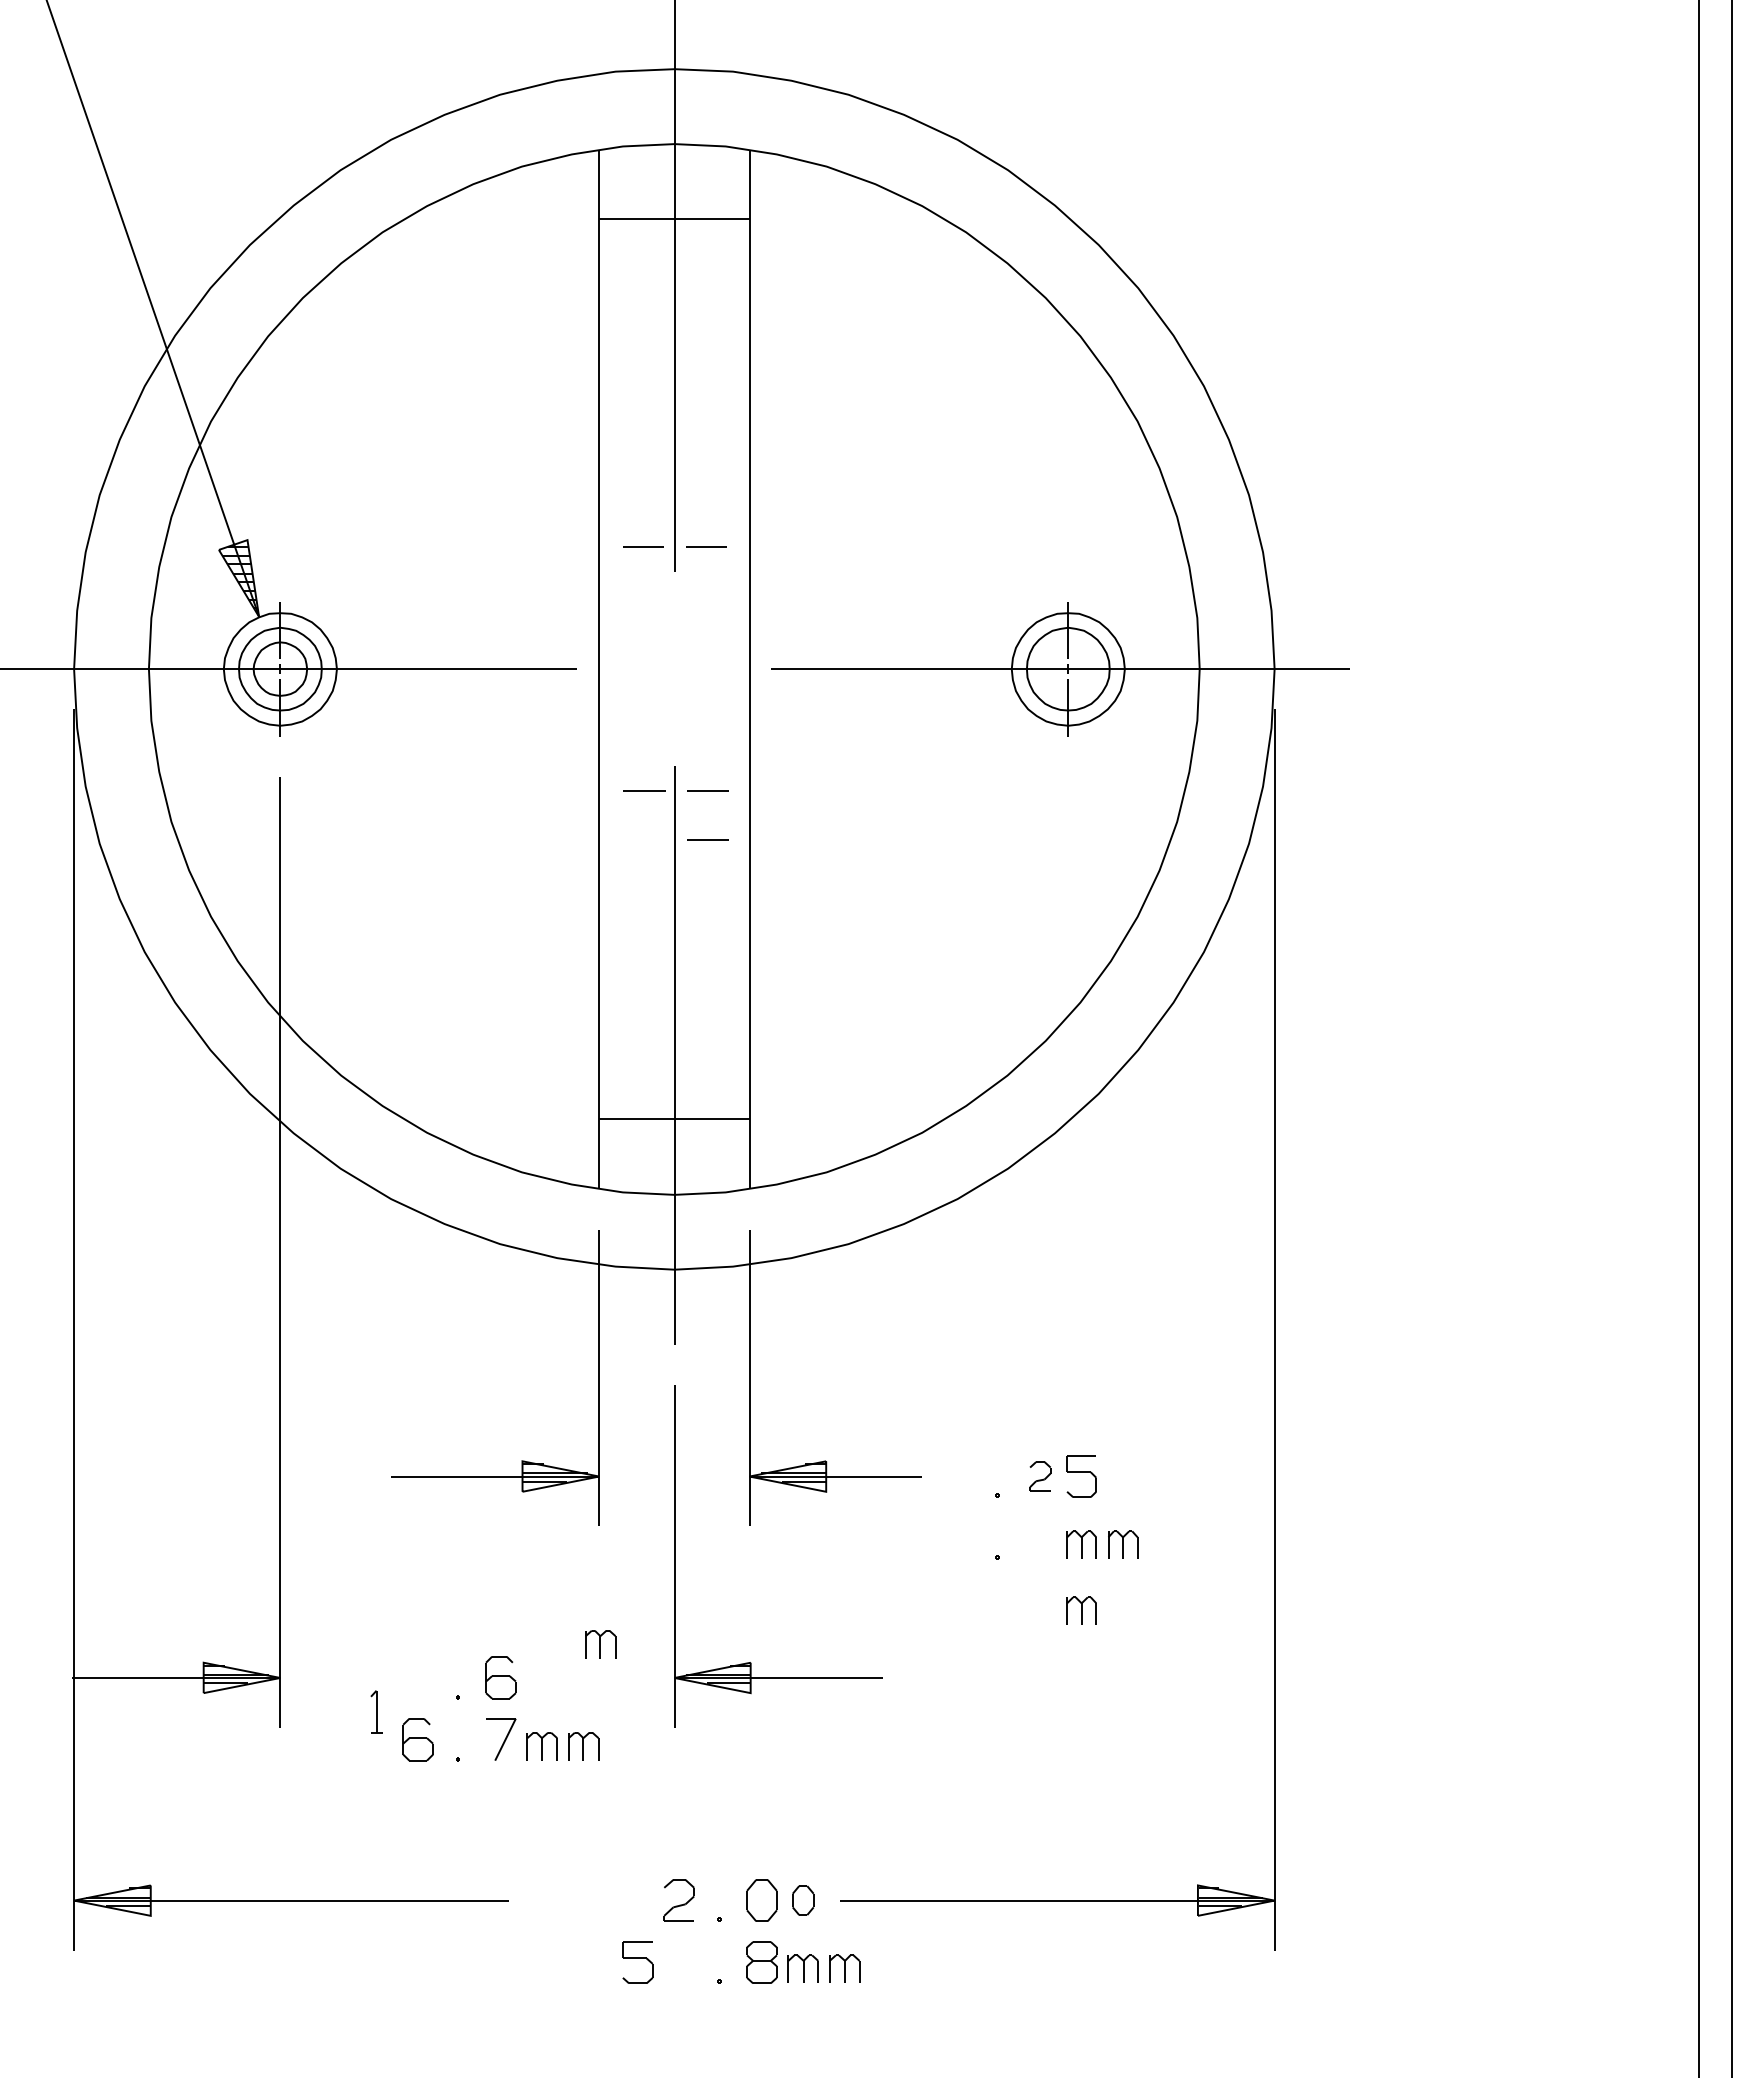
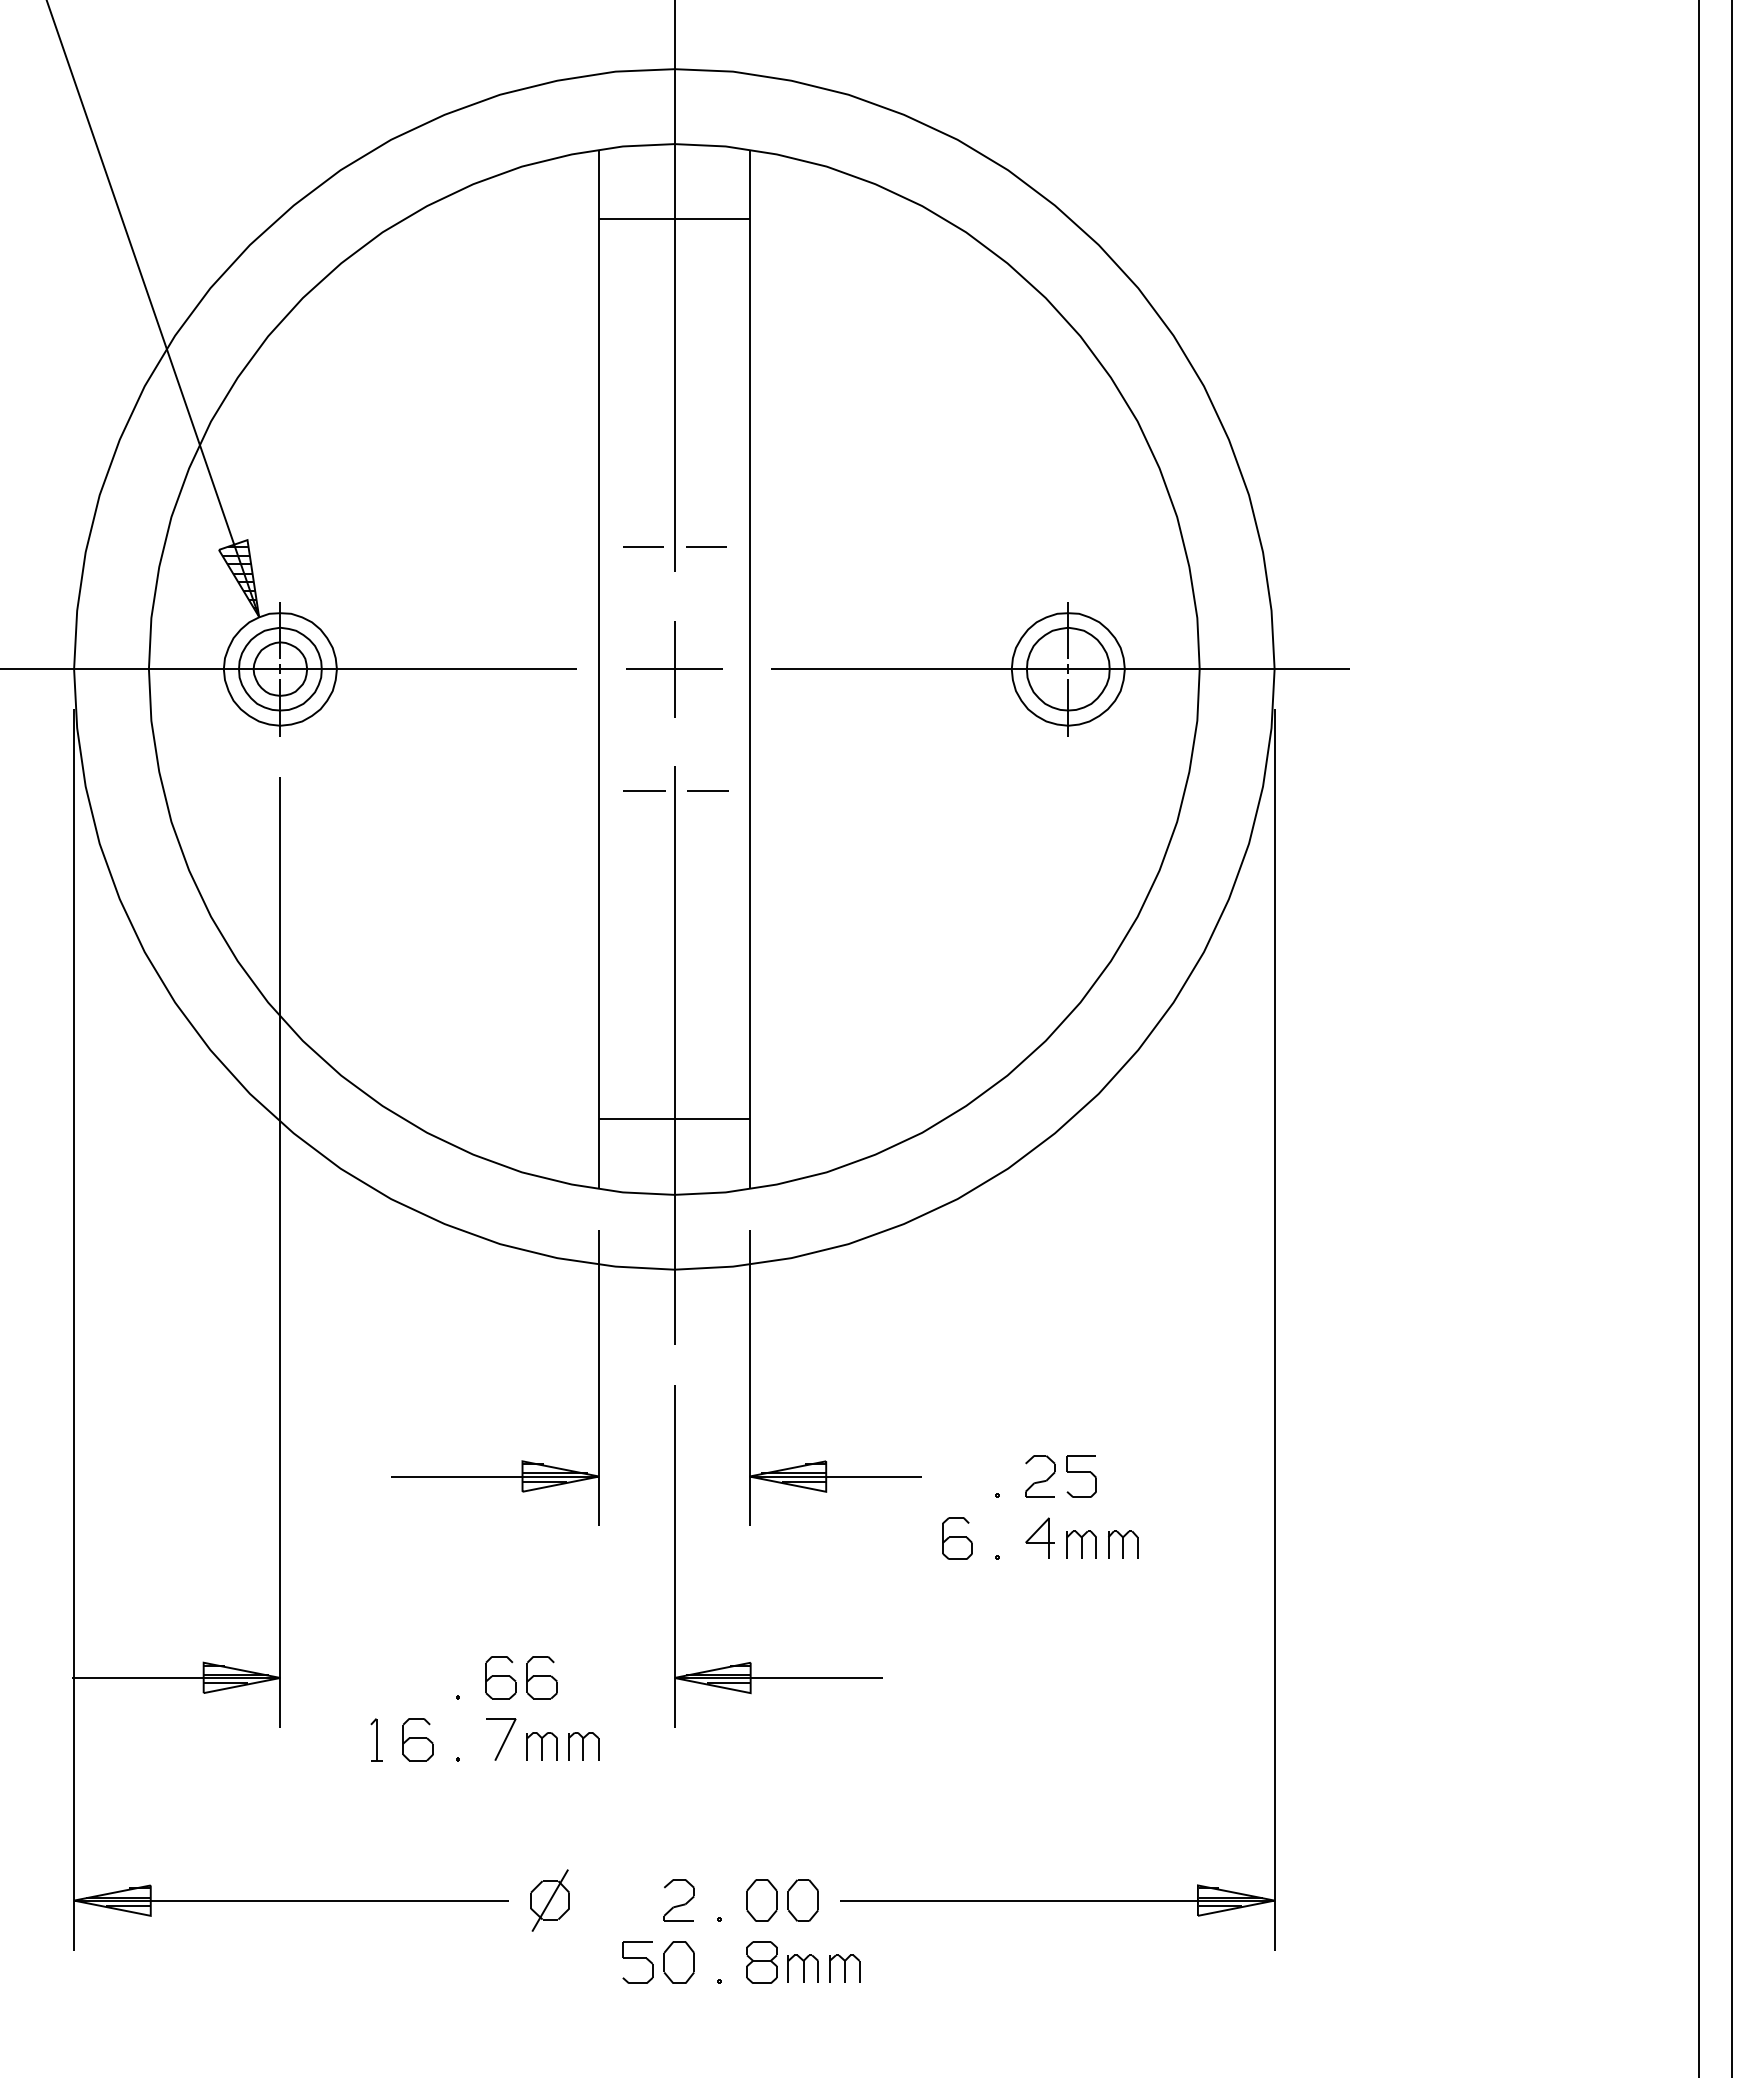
part at (674, 669): none -> present
line at (707, 839): present -> none
part at (1040, 1476) size: 23x31 px -> 31x43 px
part at (1039, 1537): none -> present
part at (957, 1538): none -> present
part at (1081, 1610): present -> none
part at (600, 1644): present -> none
part at (541, 1677): none -> present
part at (376, 1711) position: (376, 1711) -> (376, 1739)
part at (549, 1900): none -> present
part at (803, 1900) size: 23x31 px -> 32x43 px
part at (678, 1962): none -> present
